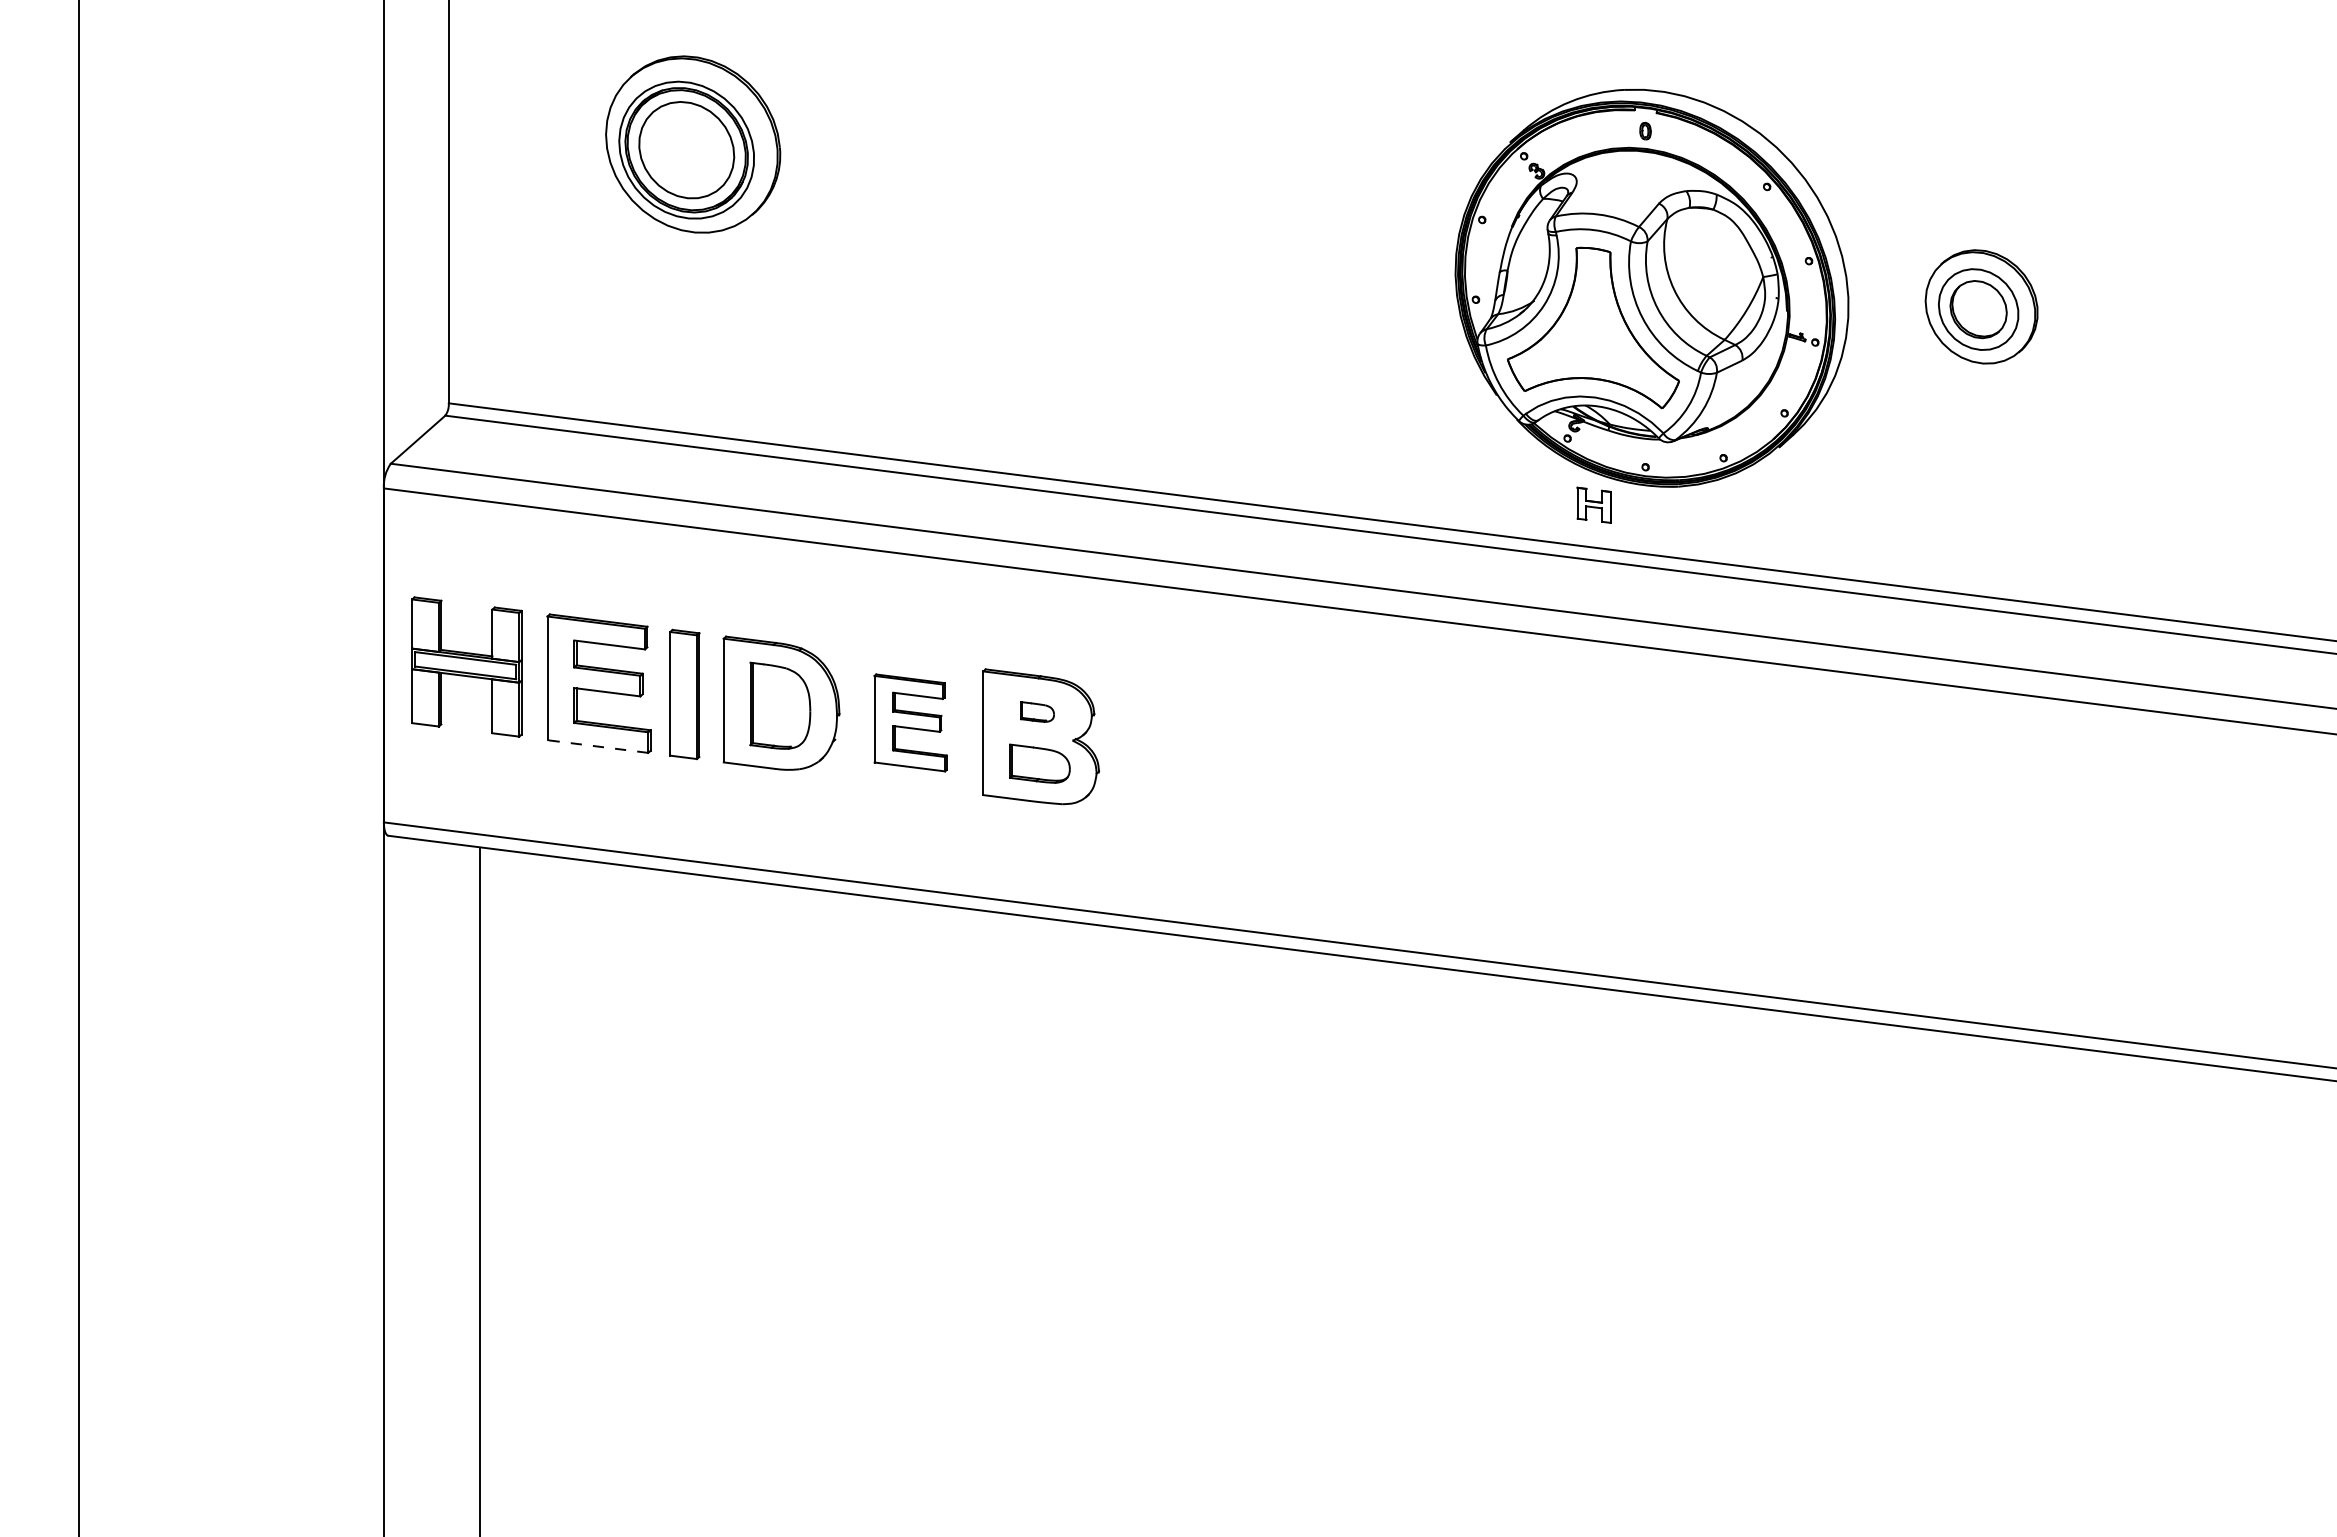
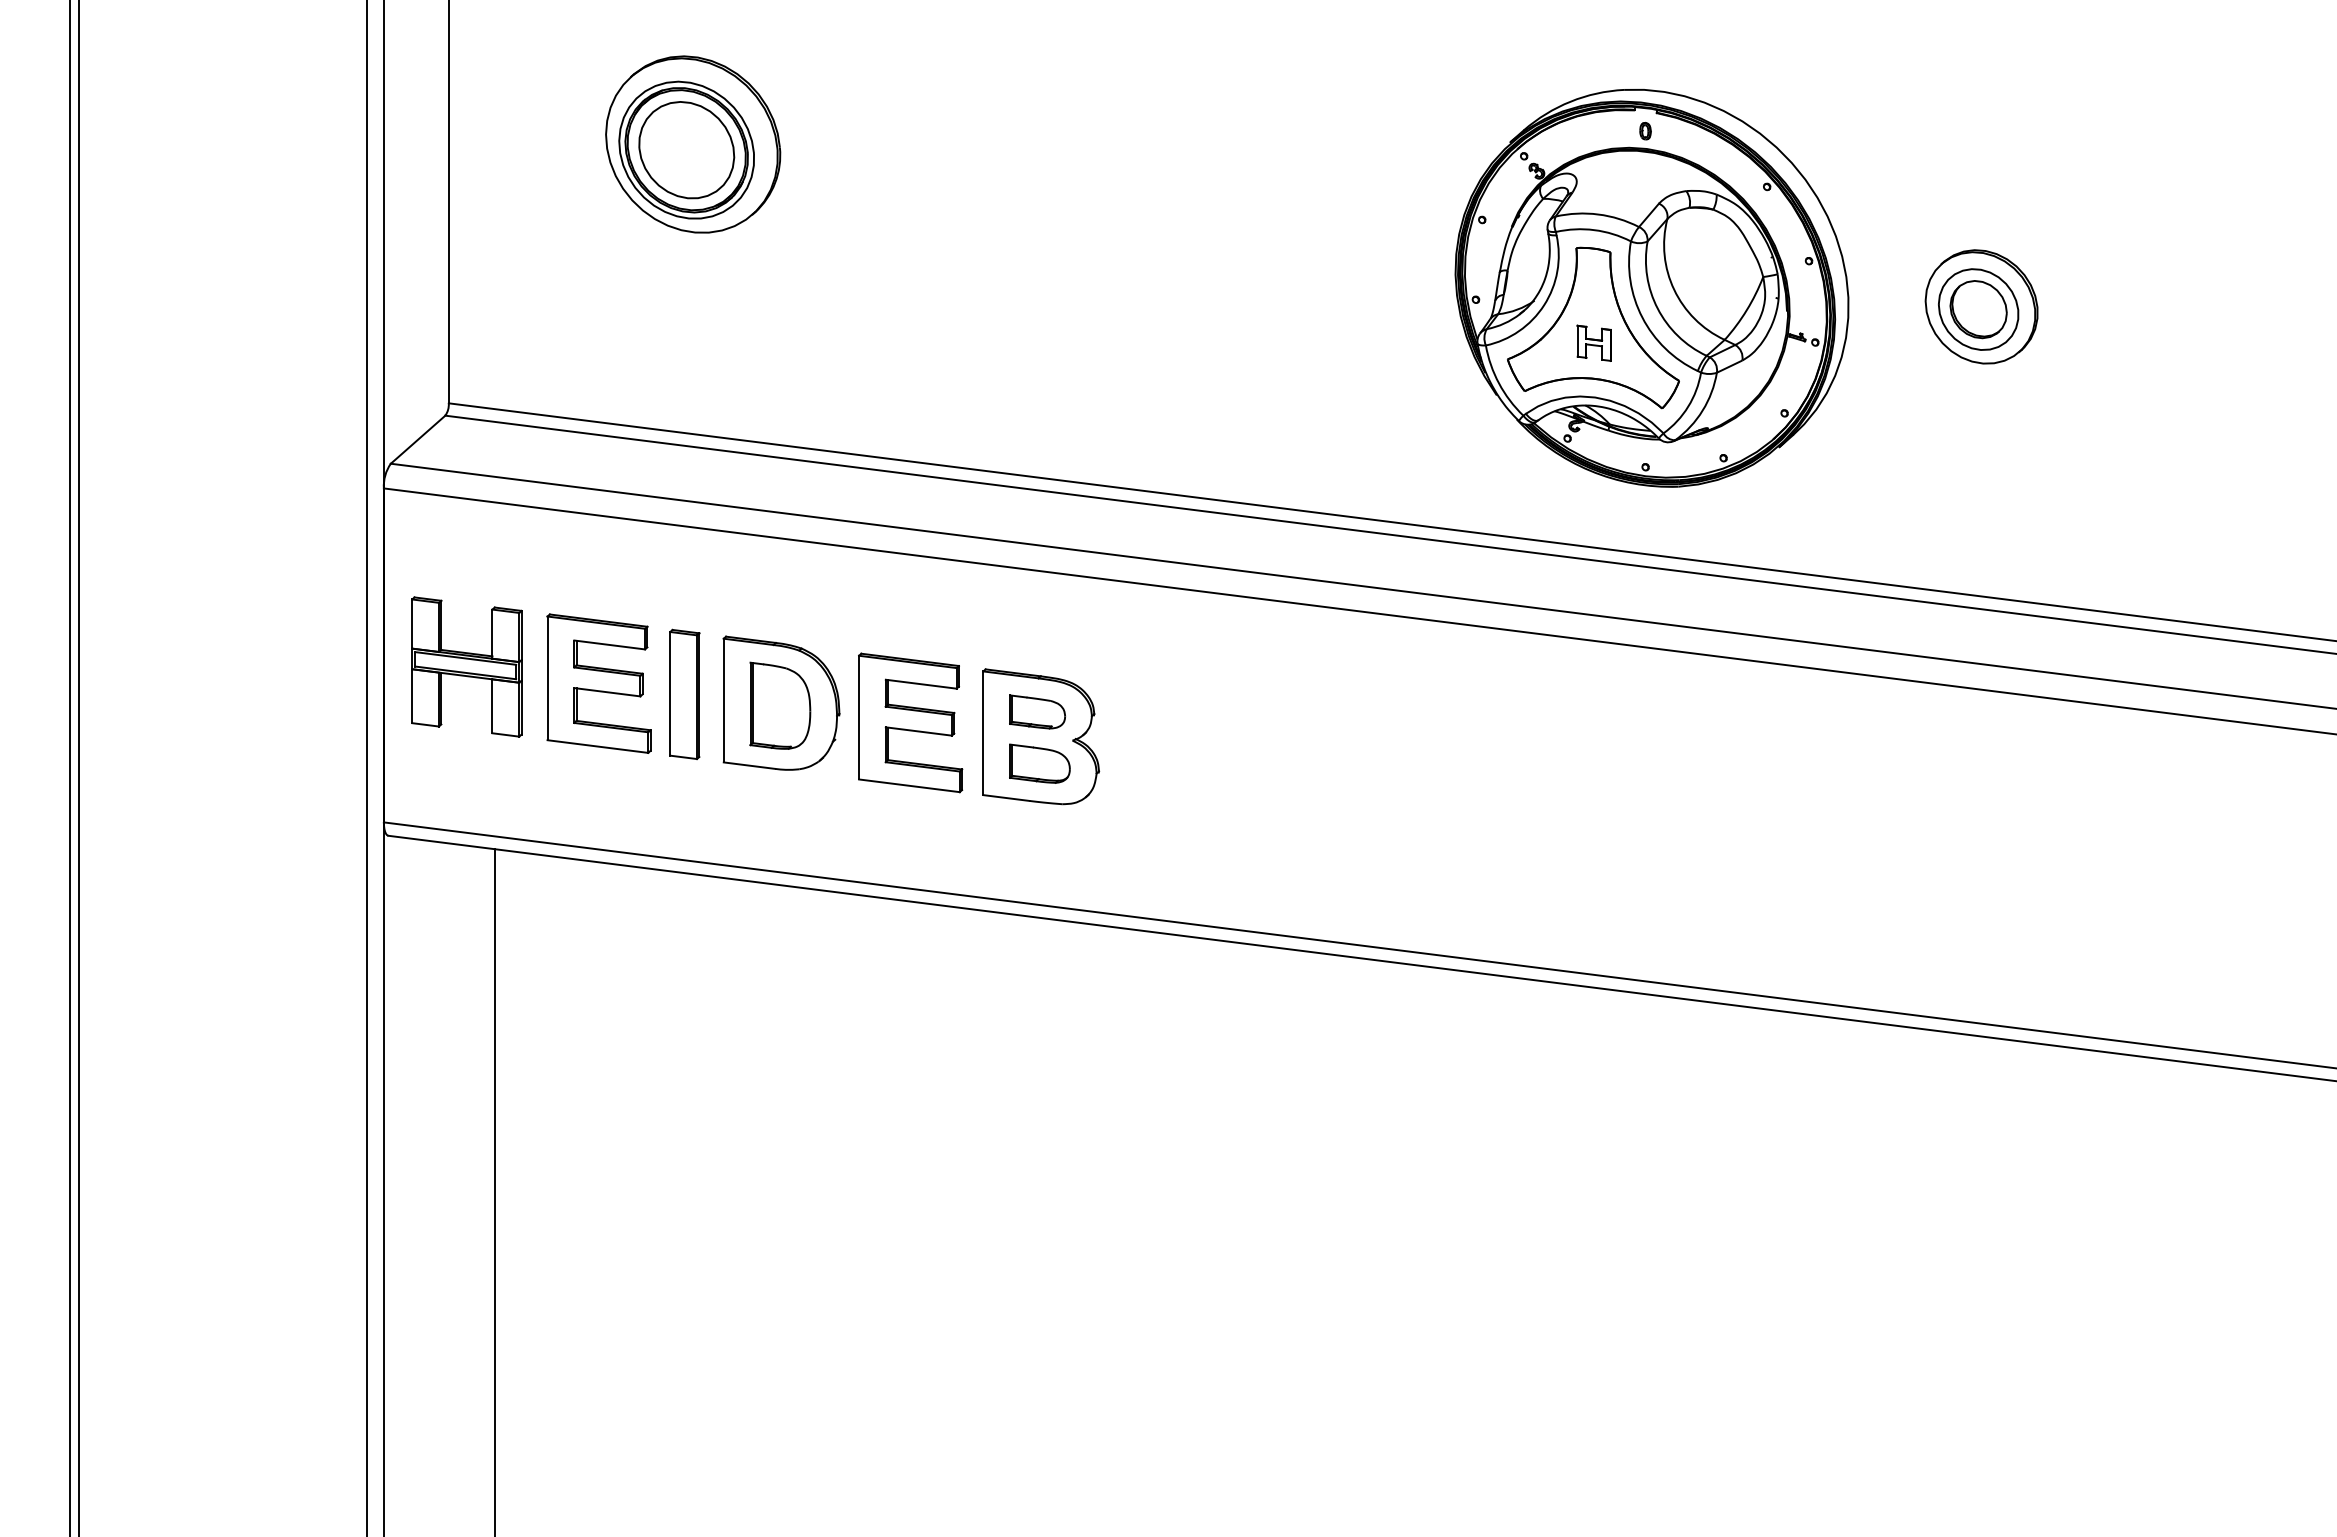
part at (1593, 504) position: (1593, 504) -> (1593, 342)
part at (1037, 711) size: 35x22 px -> 57x36 px
part at (910, 722) size: 75x100 px -> 106x142 px
line at (597, 746): dashed -> solid
line at (70, 767): none -> present
line at (366, 767): none -> present
line at (480, 1191) position: (480, 1191) -> (495, 1191)
